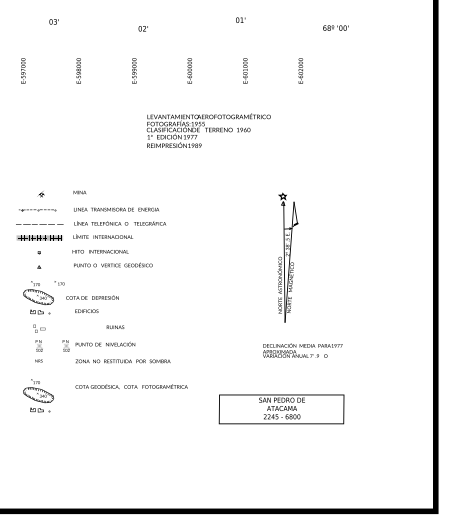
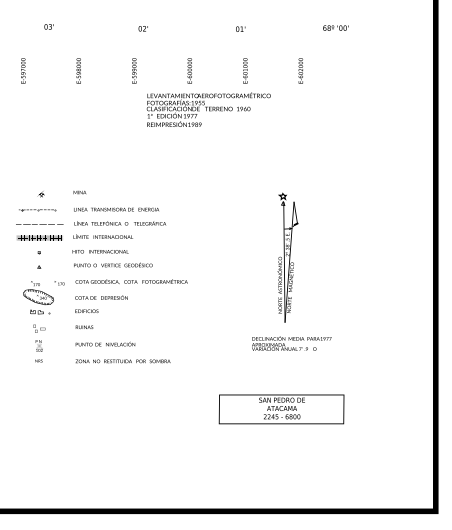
text at (240, 19) position: (240, 19) -> (240, 28)
text at (53, 21) position: (53, 21) -> (48, 26)
text at (208, 130) position: (208, 130) -> (208, 109)
text at (92, 297) position: (92, 297) -> (101, 297)
text at (115, 326) position: (115, 326) -> (84, 326)
part at (65, 345): present -> none
text at (302, 350) position: (302, 350) -> (291, 343)
text at (131, 386) position: (131, 386) -> (131, 281)
part at (38, 395): present -> none
